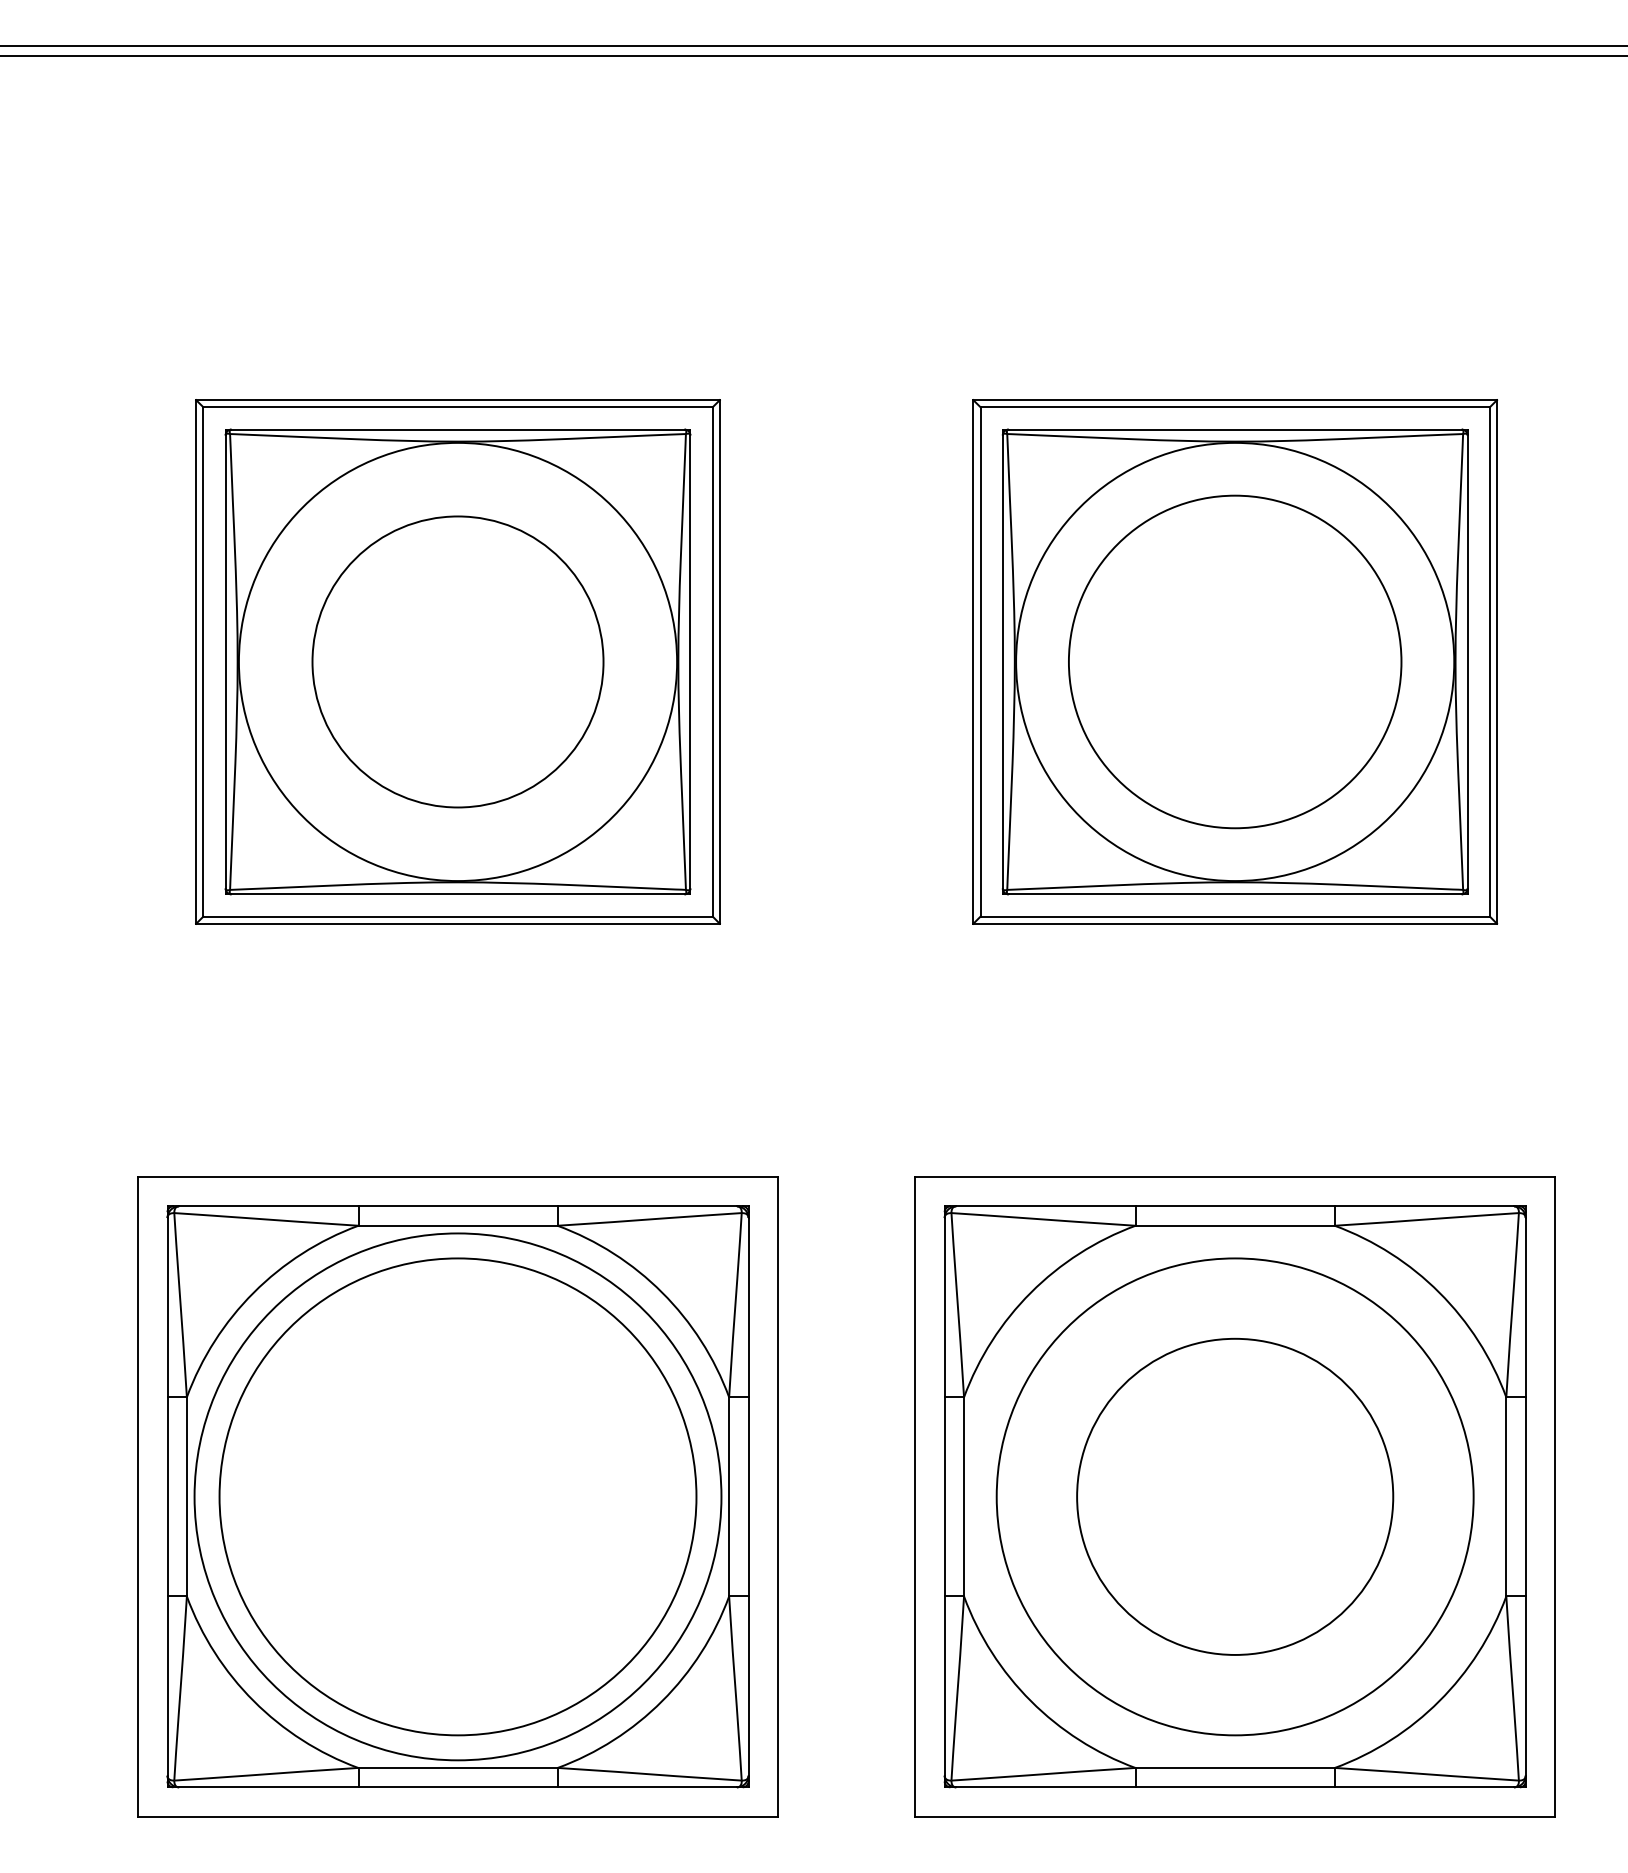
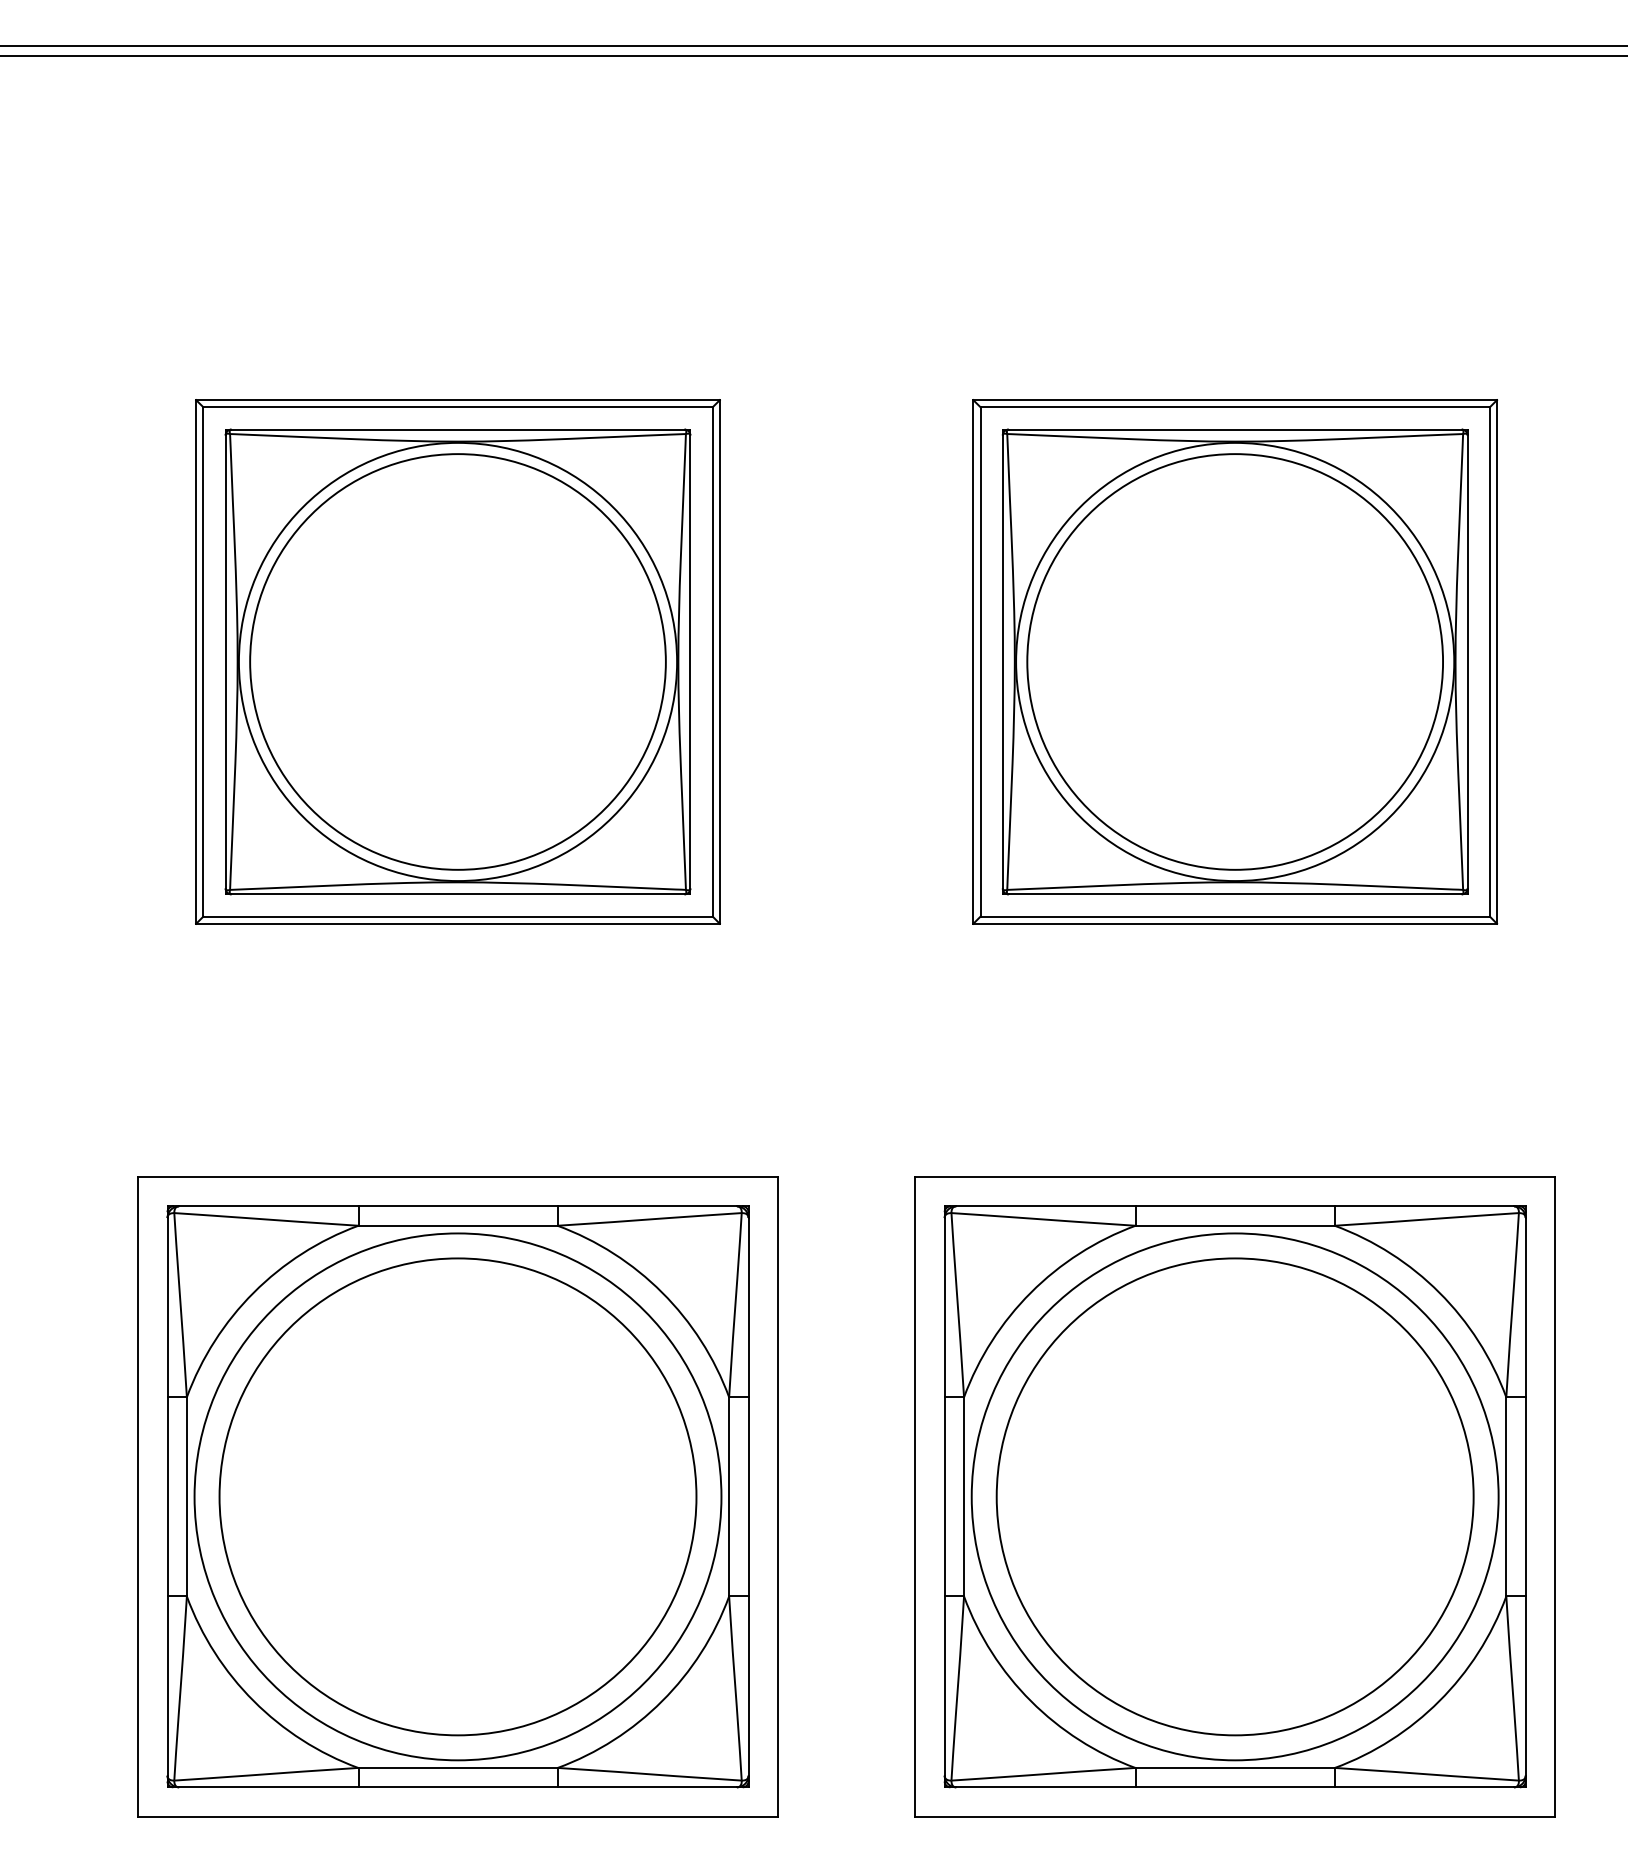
circle at (457, 661) diameter: 291 px -> 416 px
circle at (1234, 661) diameter: 333 px -> 416 px
circle at (1235, 1496) diameter: 316 px -> 527 px
